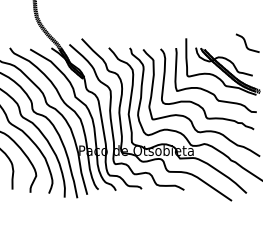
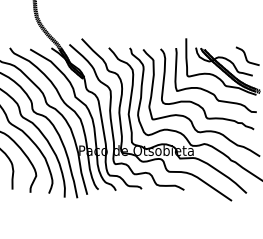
part at (247, 42) position: (247, 42) -> (247, 55)
